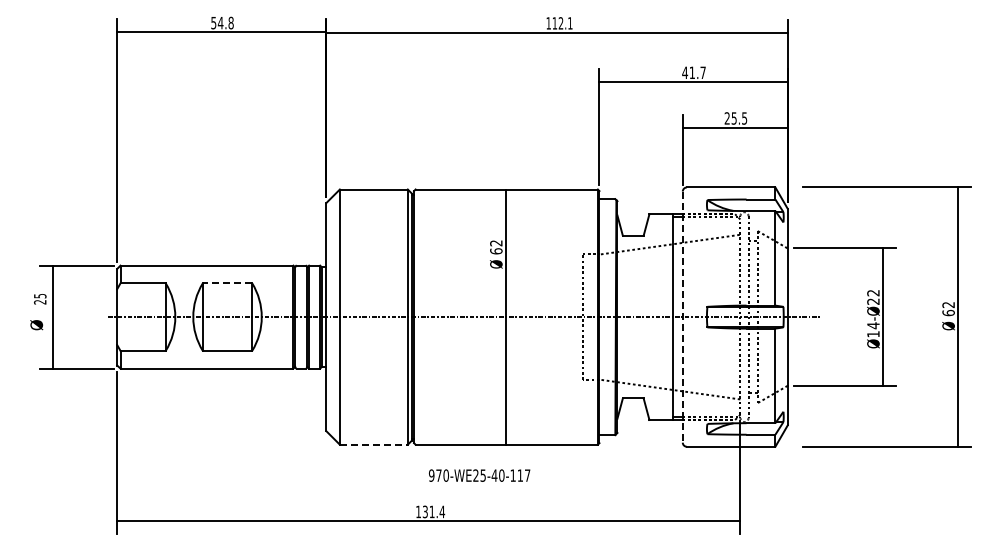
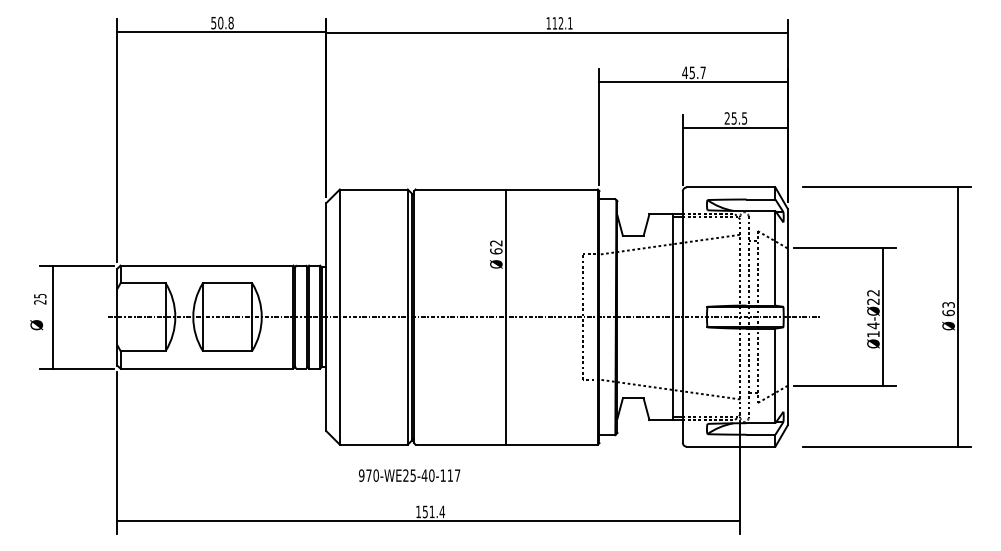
text at (220, 22): 54.8 -> 50.8
text at (691, 72): 41.7 -> 45.7
line at (227, 283): dashed -> solid
text at (948, 304): 62 -> 63
line at (682, 317): dashed -> solid
line at (373, 444): dashed -> solid
text at (479, 475) position: (479, 475) -> (409, 475)
text at (425, 510): 131.4 -> 151.4
